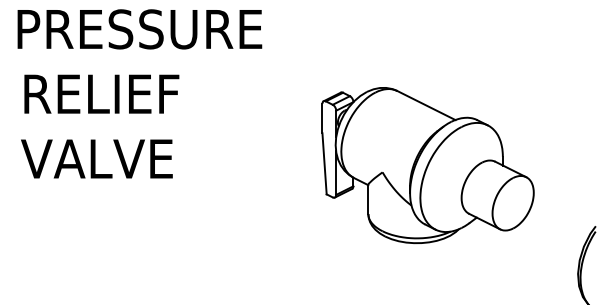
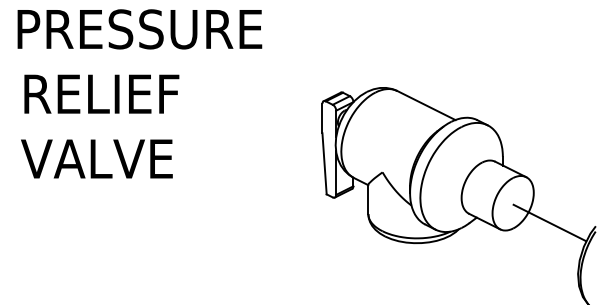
line at (549, 222): none -> present
